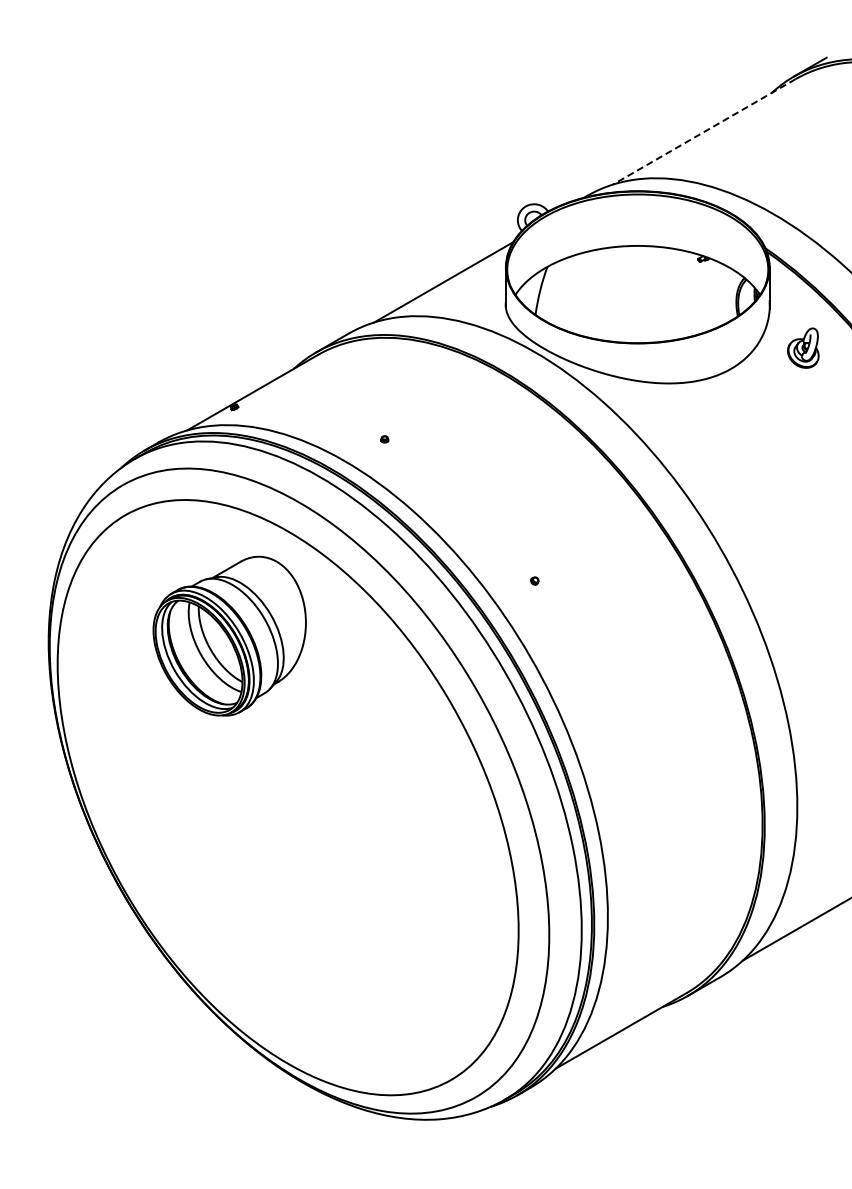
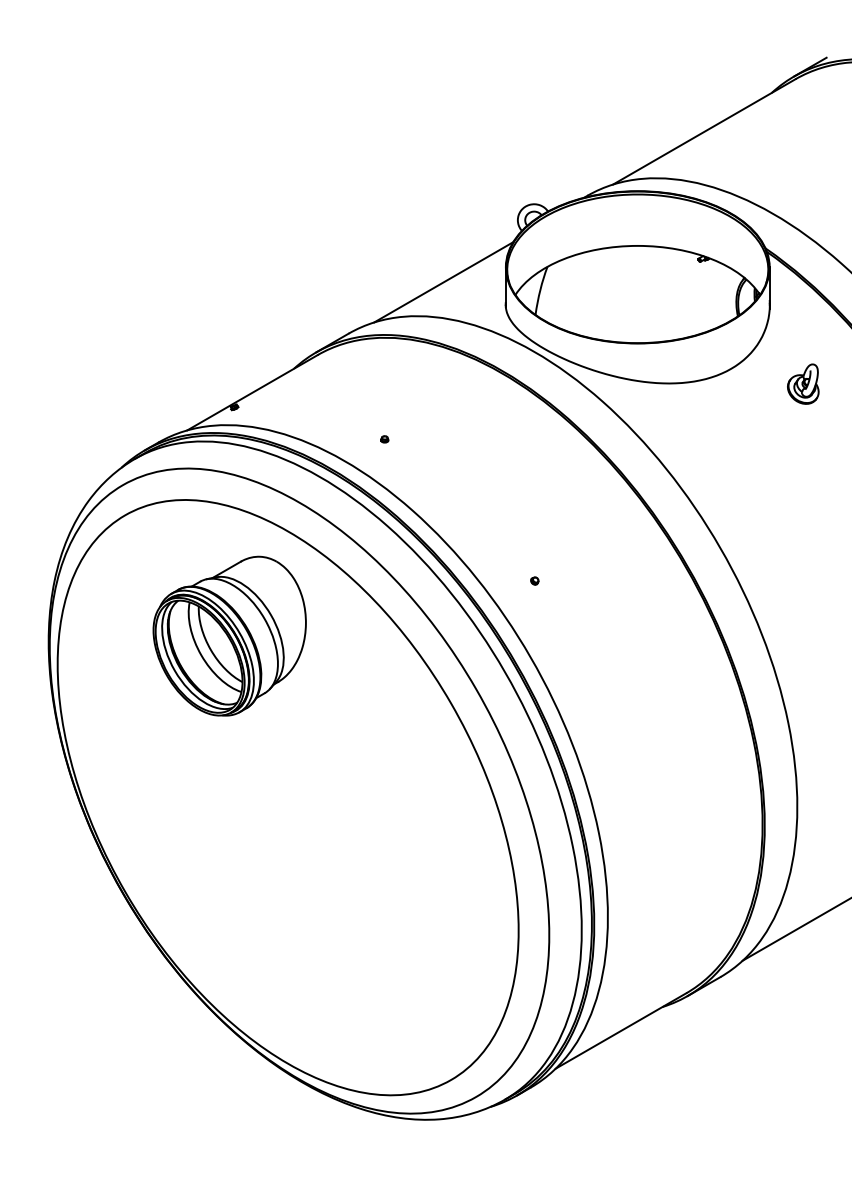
line at (703, 132): dashed -> solid
part at (803, 347) position: (803, 347) -> (803, 383)
